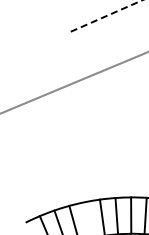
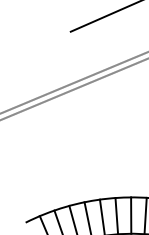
line at (107, 15): dashed -> solid
line at (73, 89): none -> present
line at (87, 216): none -> present
